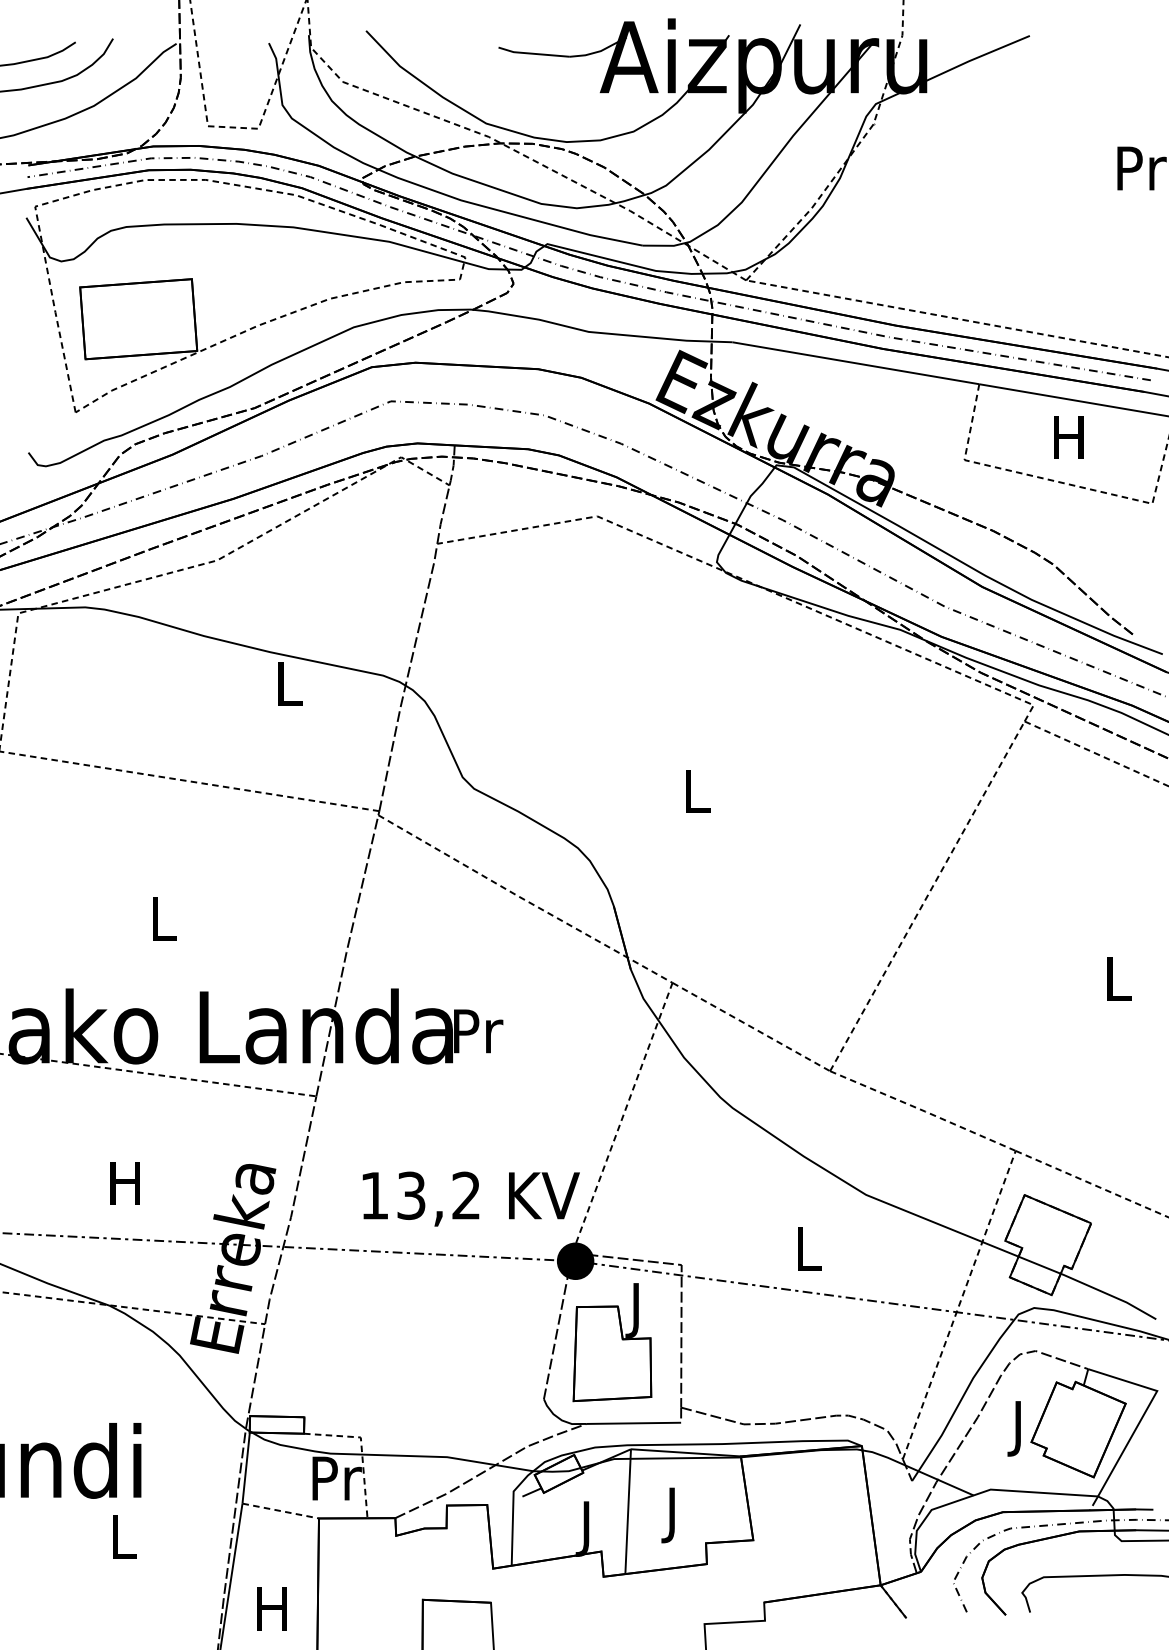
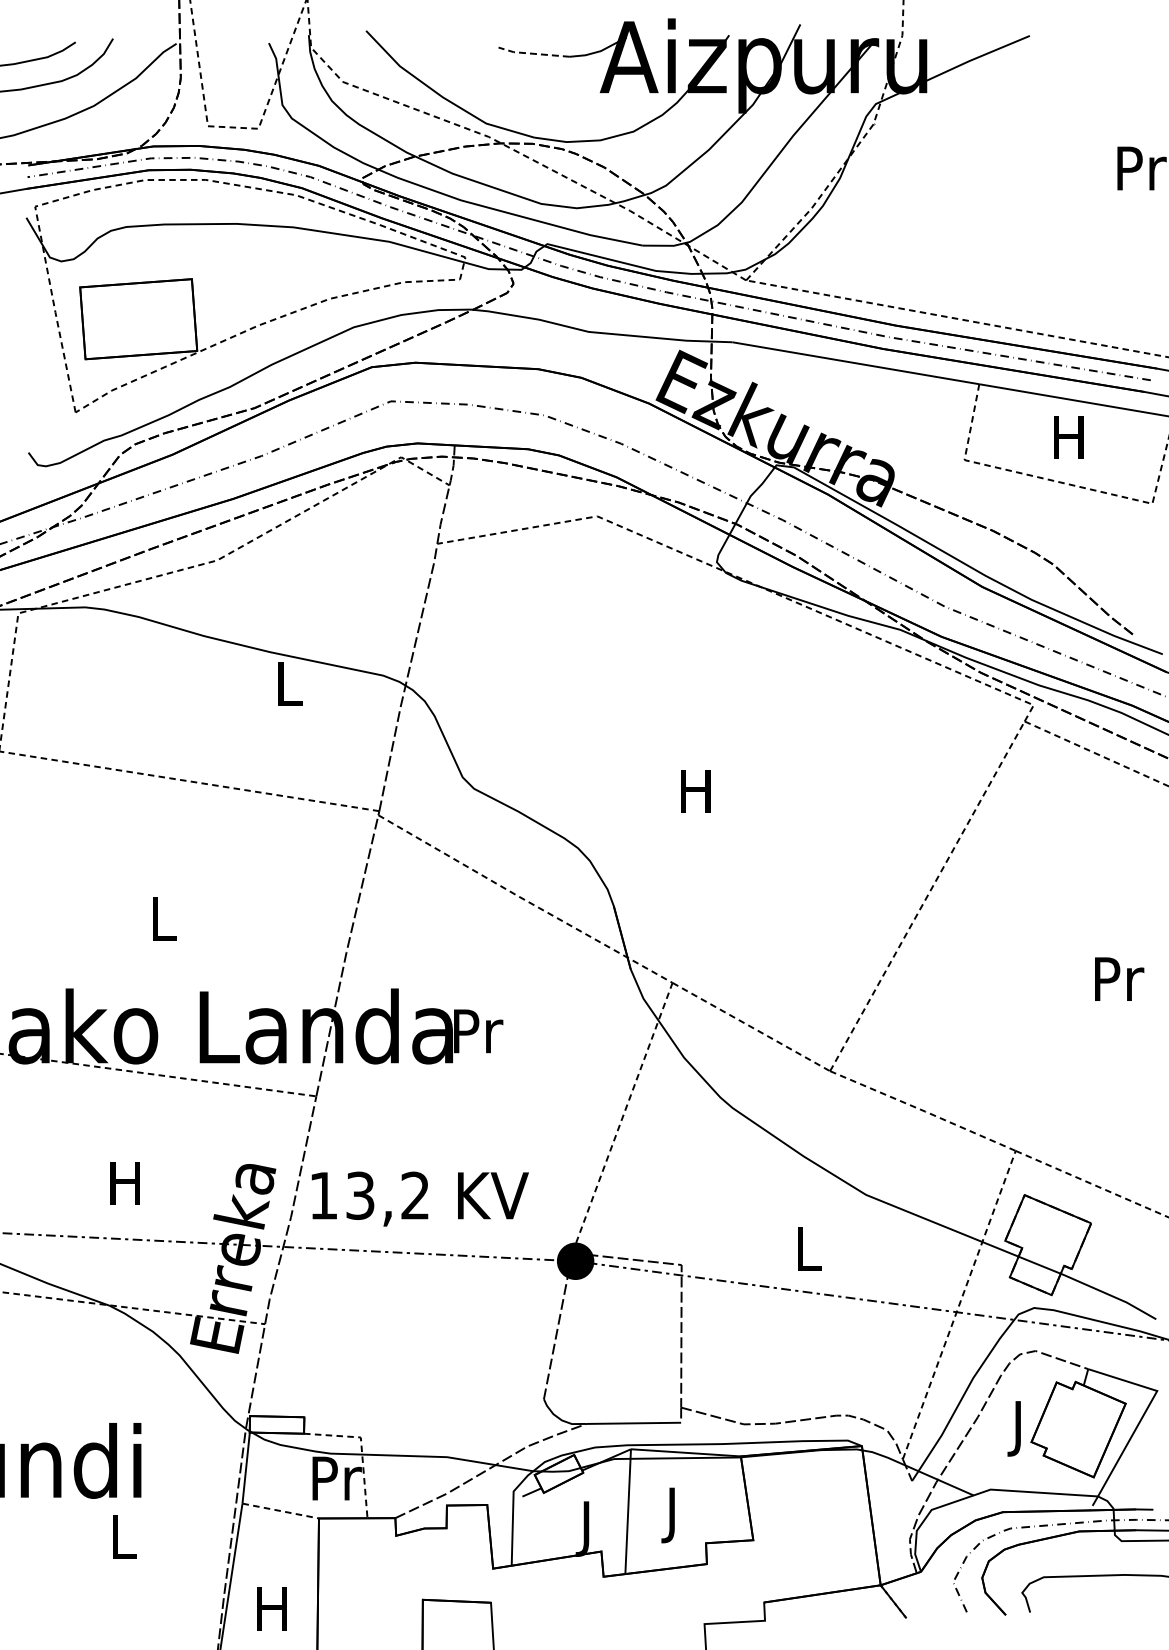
line at (533, 53): solid -> dashed
text at (695, 791): L -> H
text at (1119, 978): L -> Pr
text at (470, 1198) position: (470, 1198) -> (419, 1198)
part at (612, 1342): present -> none
